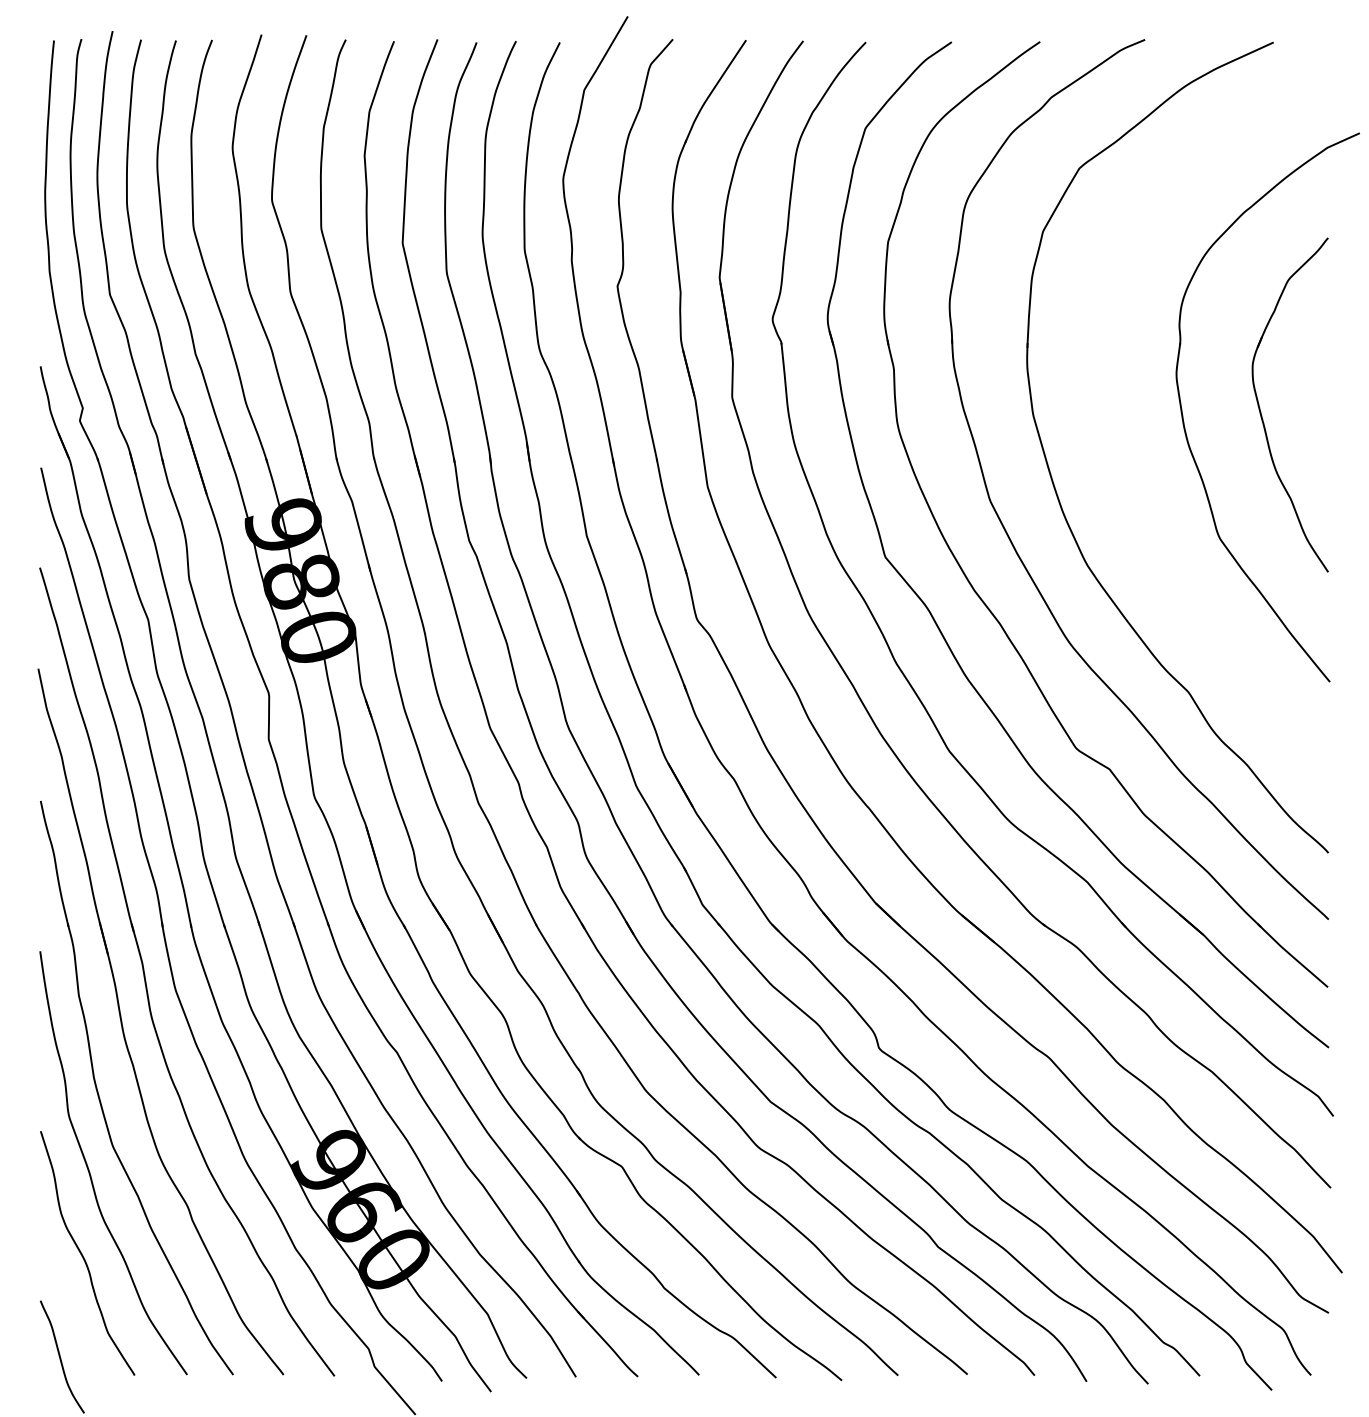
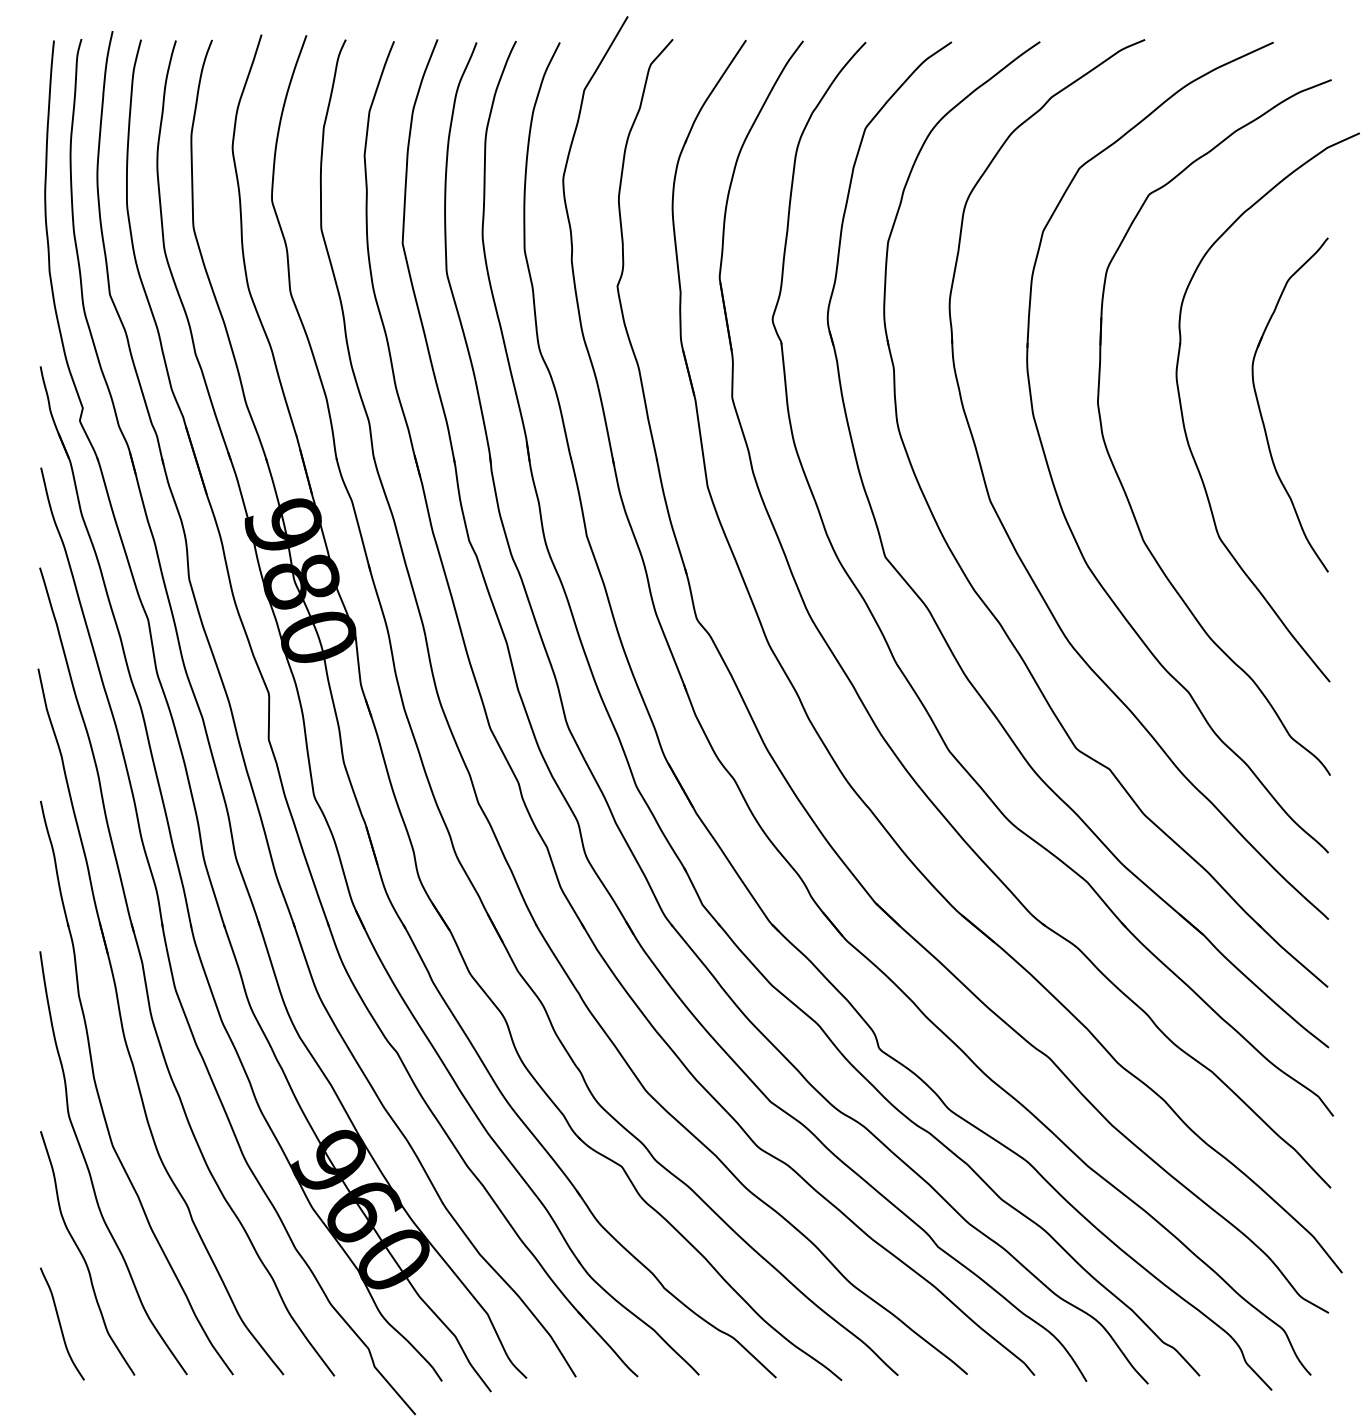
part at (1115, 467): none -> present
curve at (60, 1356) position: (60, 1356) -> (60, 1323)
